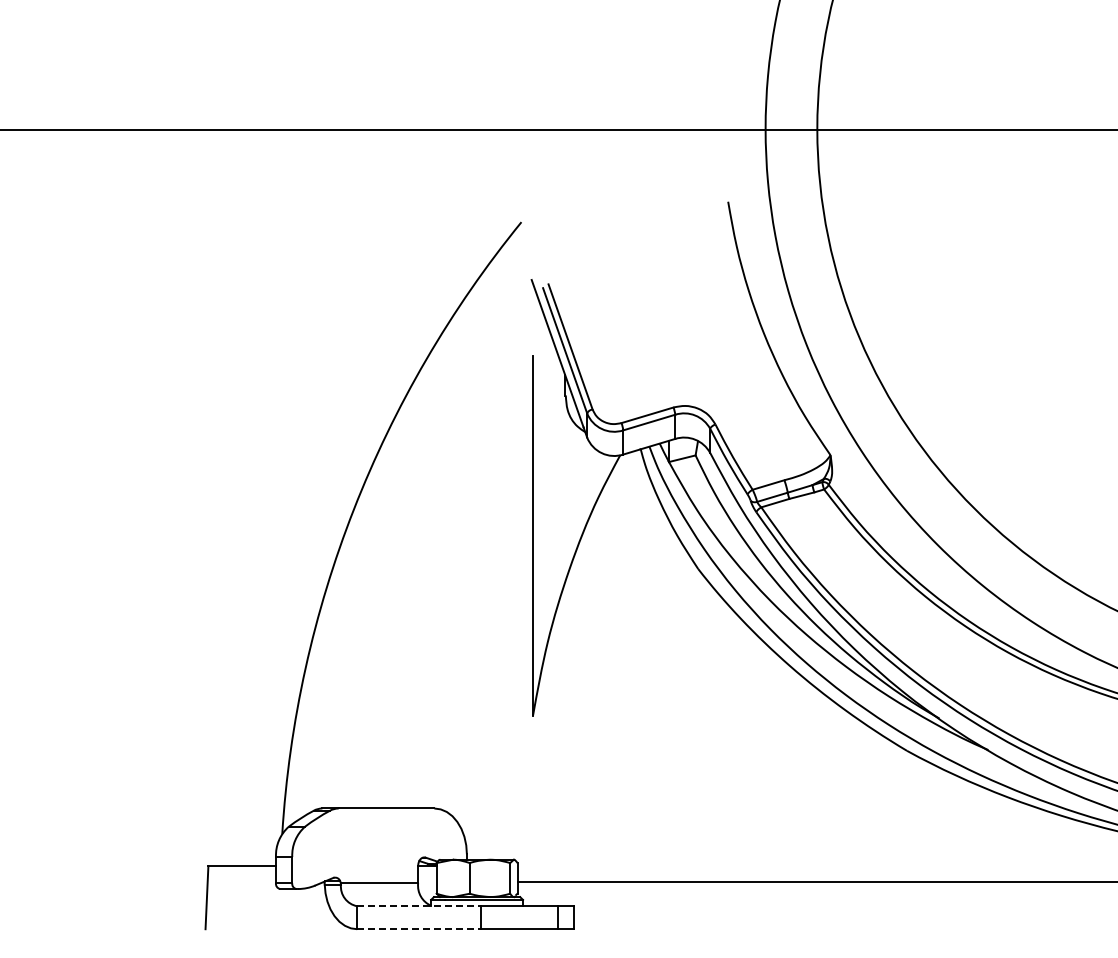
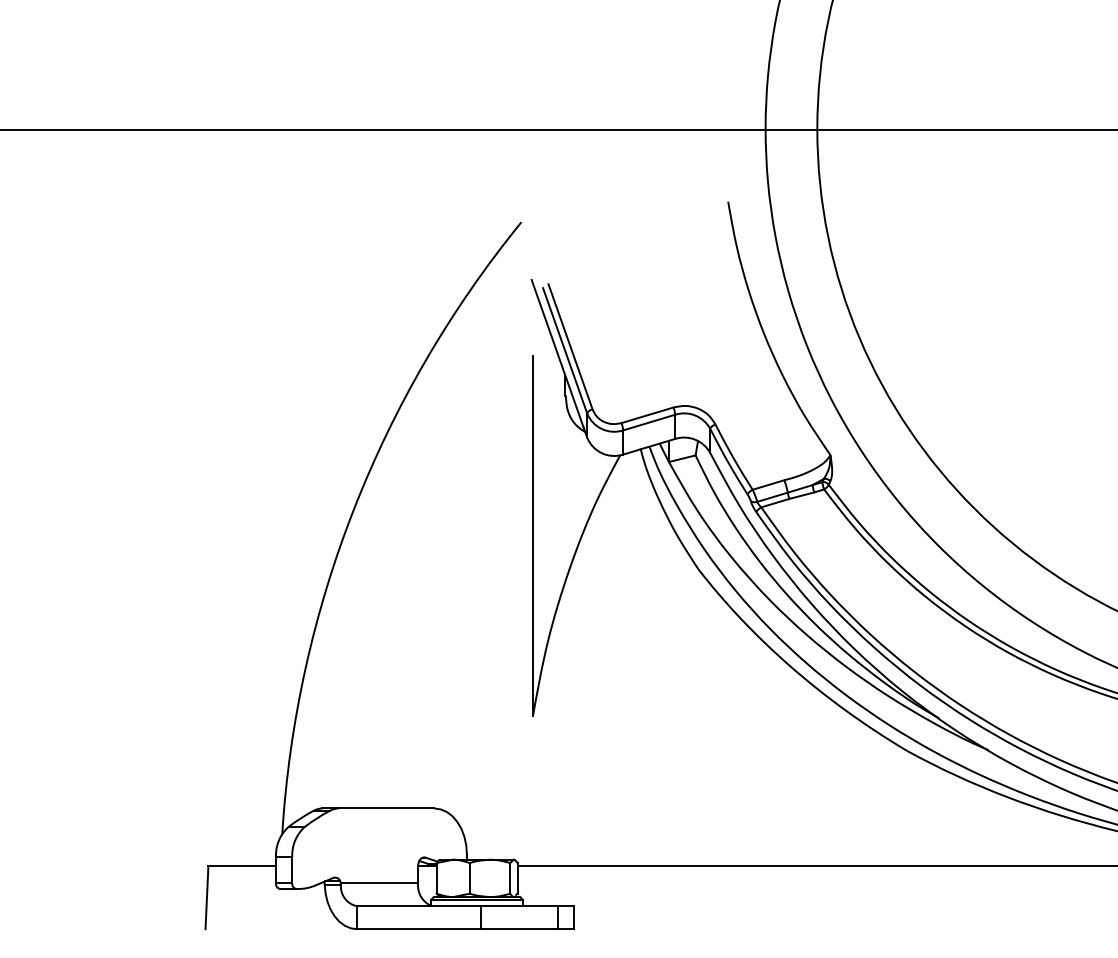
line at (815, 882) position: (815, 882) -> (815, 866)
line at (419, 906): dashed -> solid
line at (419, 929): dashed -> solid
